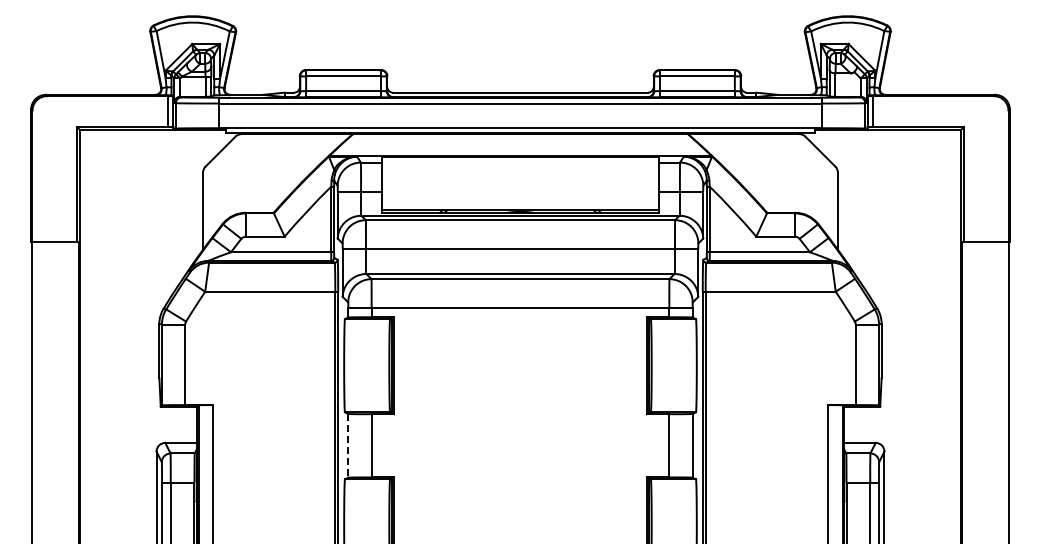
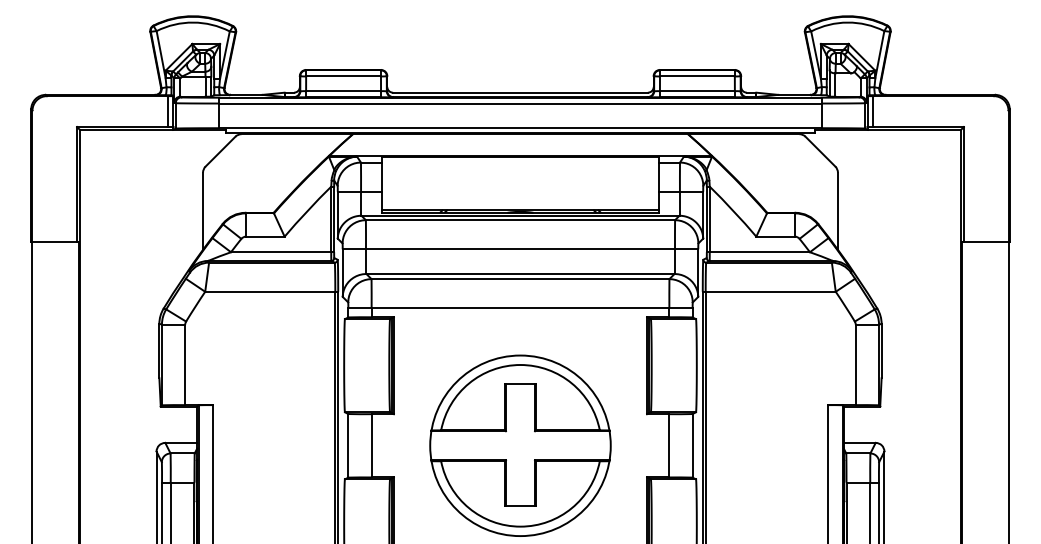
line at (348, 445): dashed -> solid
part at (520, 445): none -> present
